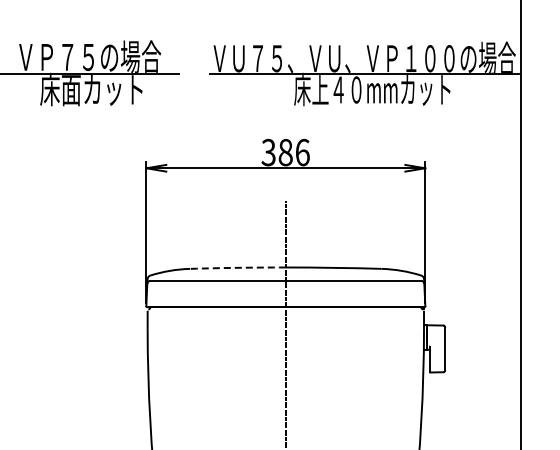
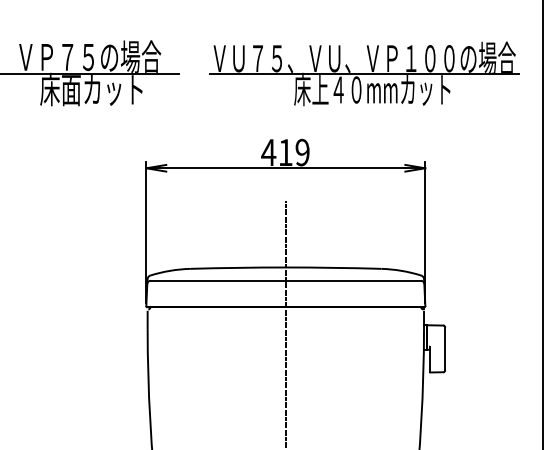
text at (285, 152): 386 -> 419
line at (521, 224) position: (521, 224) -> (543, 224)
arc at (237, 267): dashed -> solid
